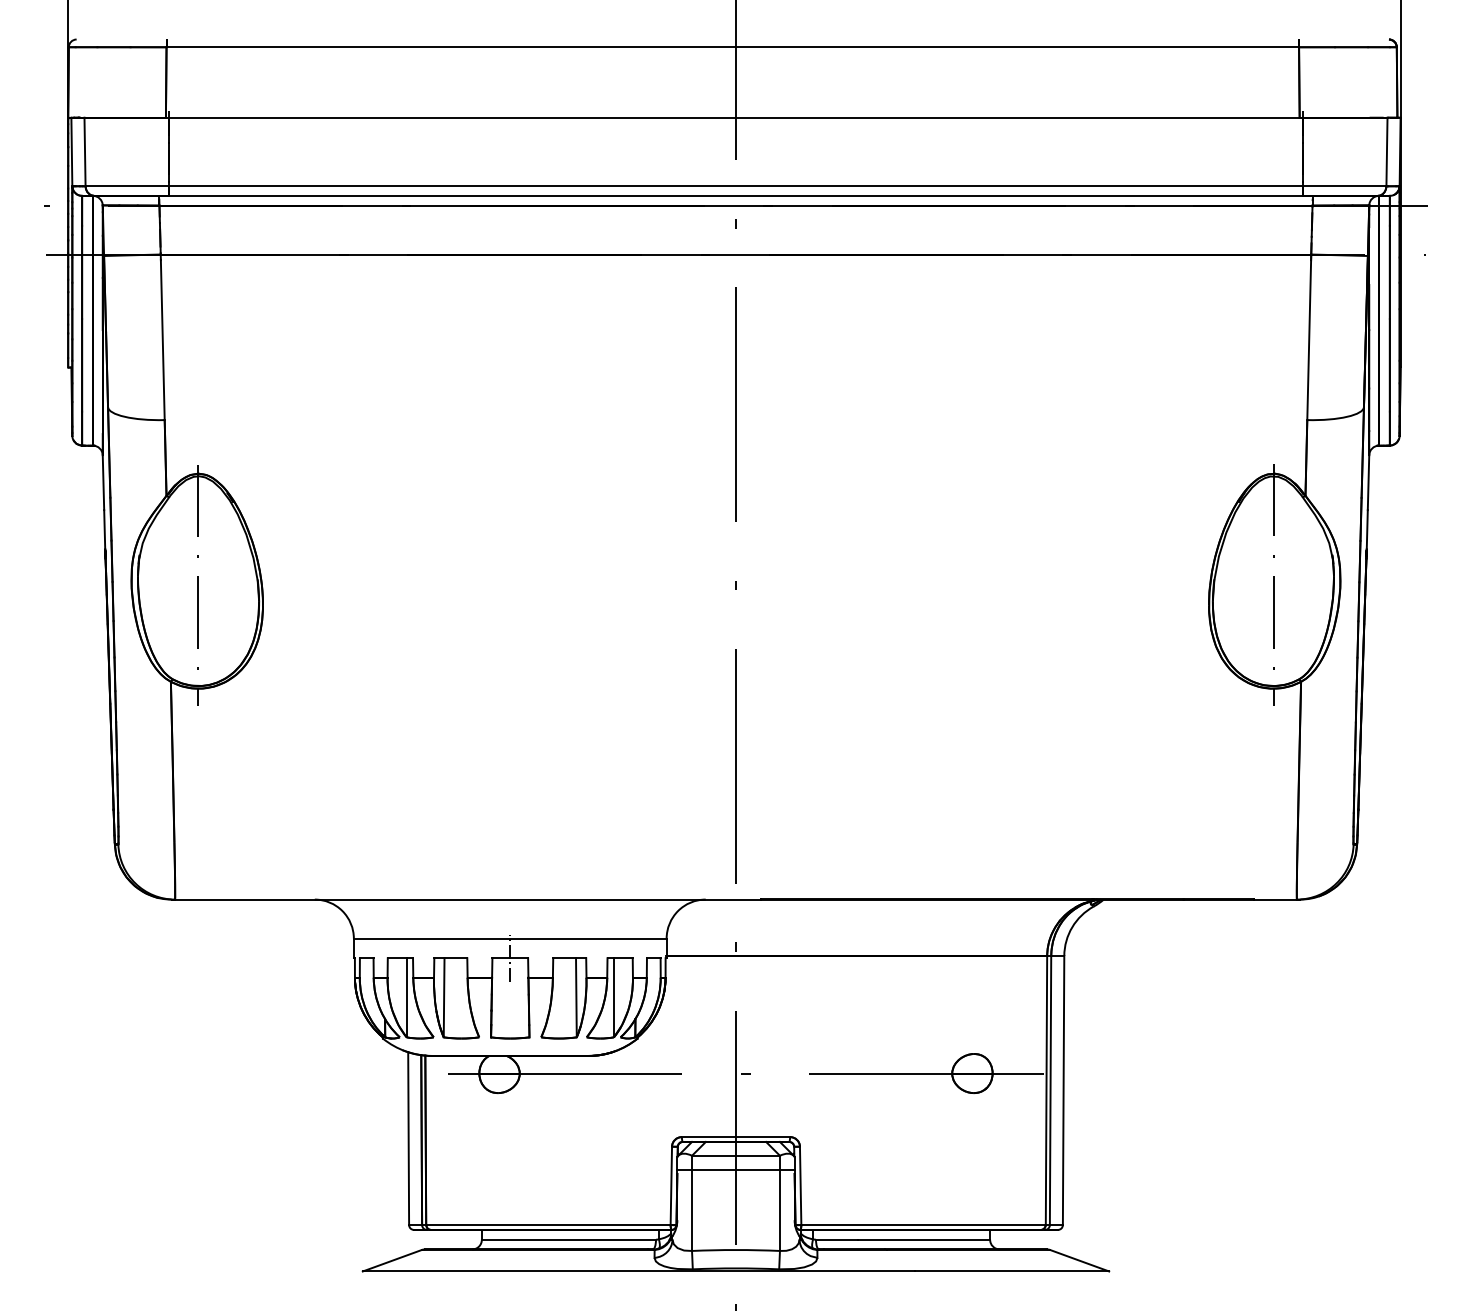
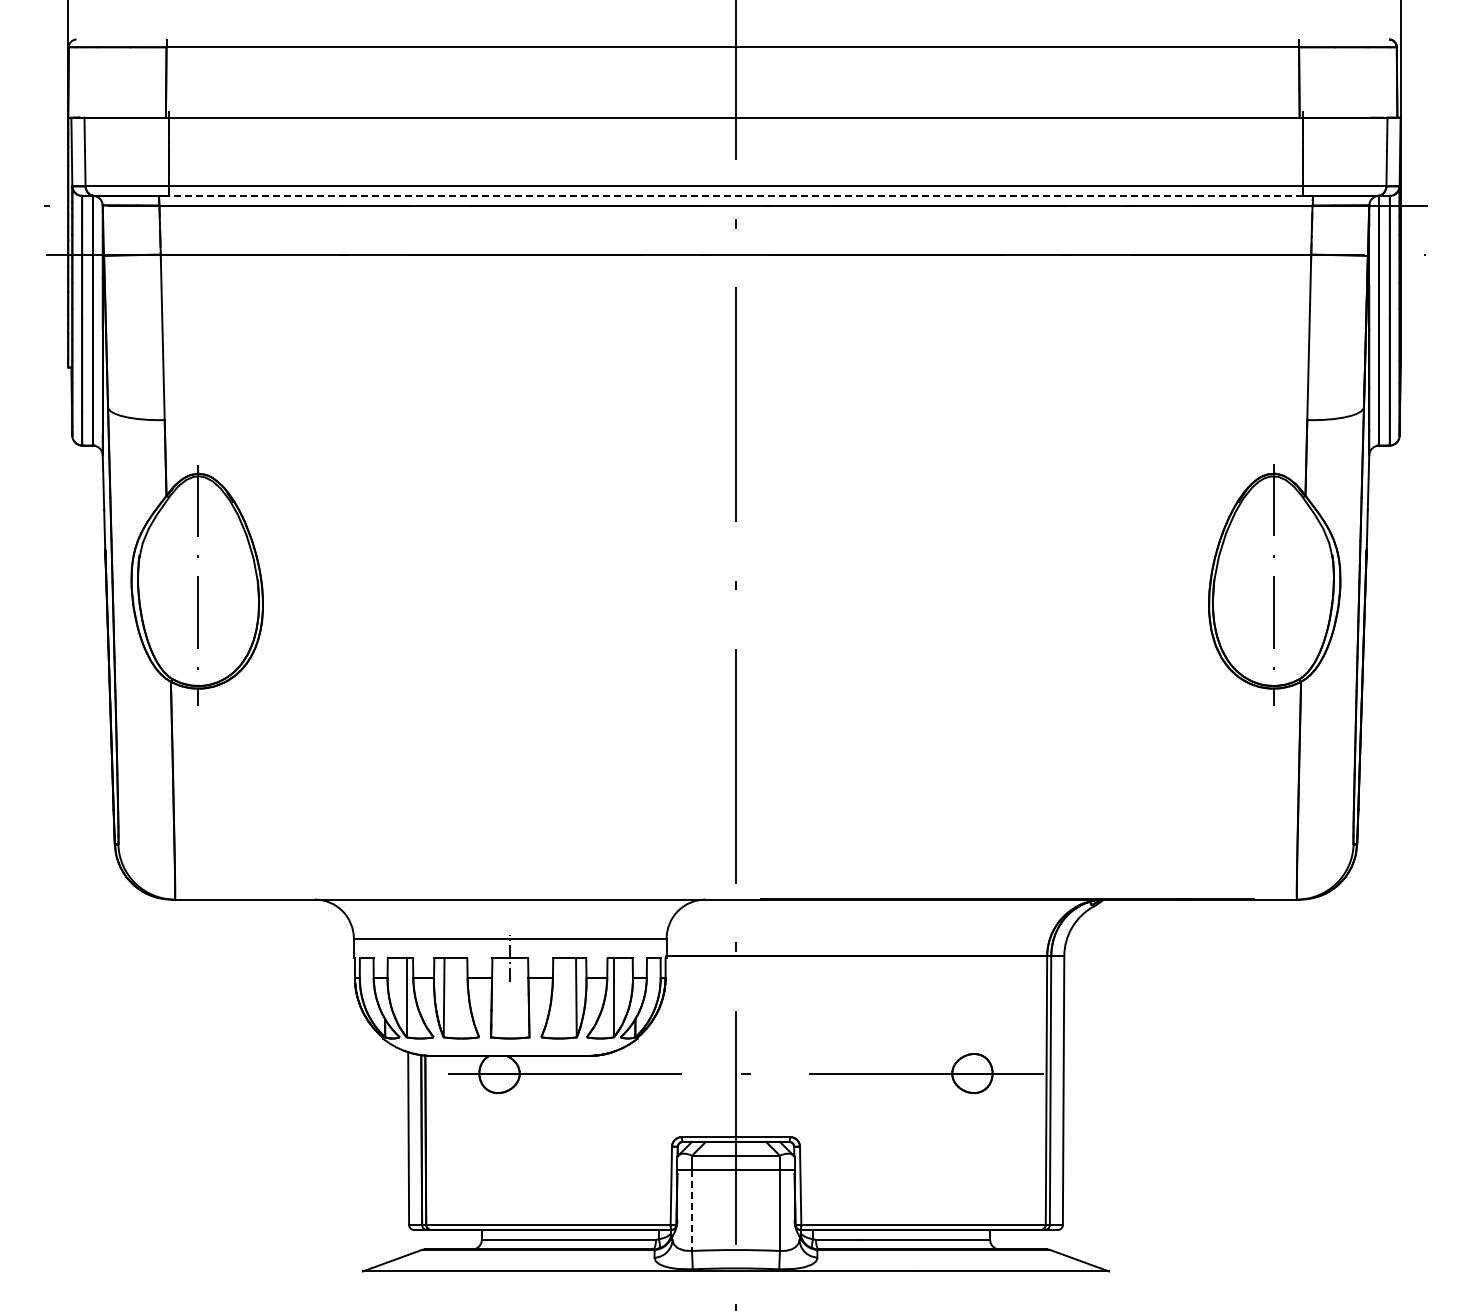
line at (736, 195): solid -> dashed
line at (692, 1210): solid -> dashed
